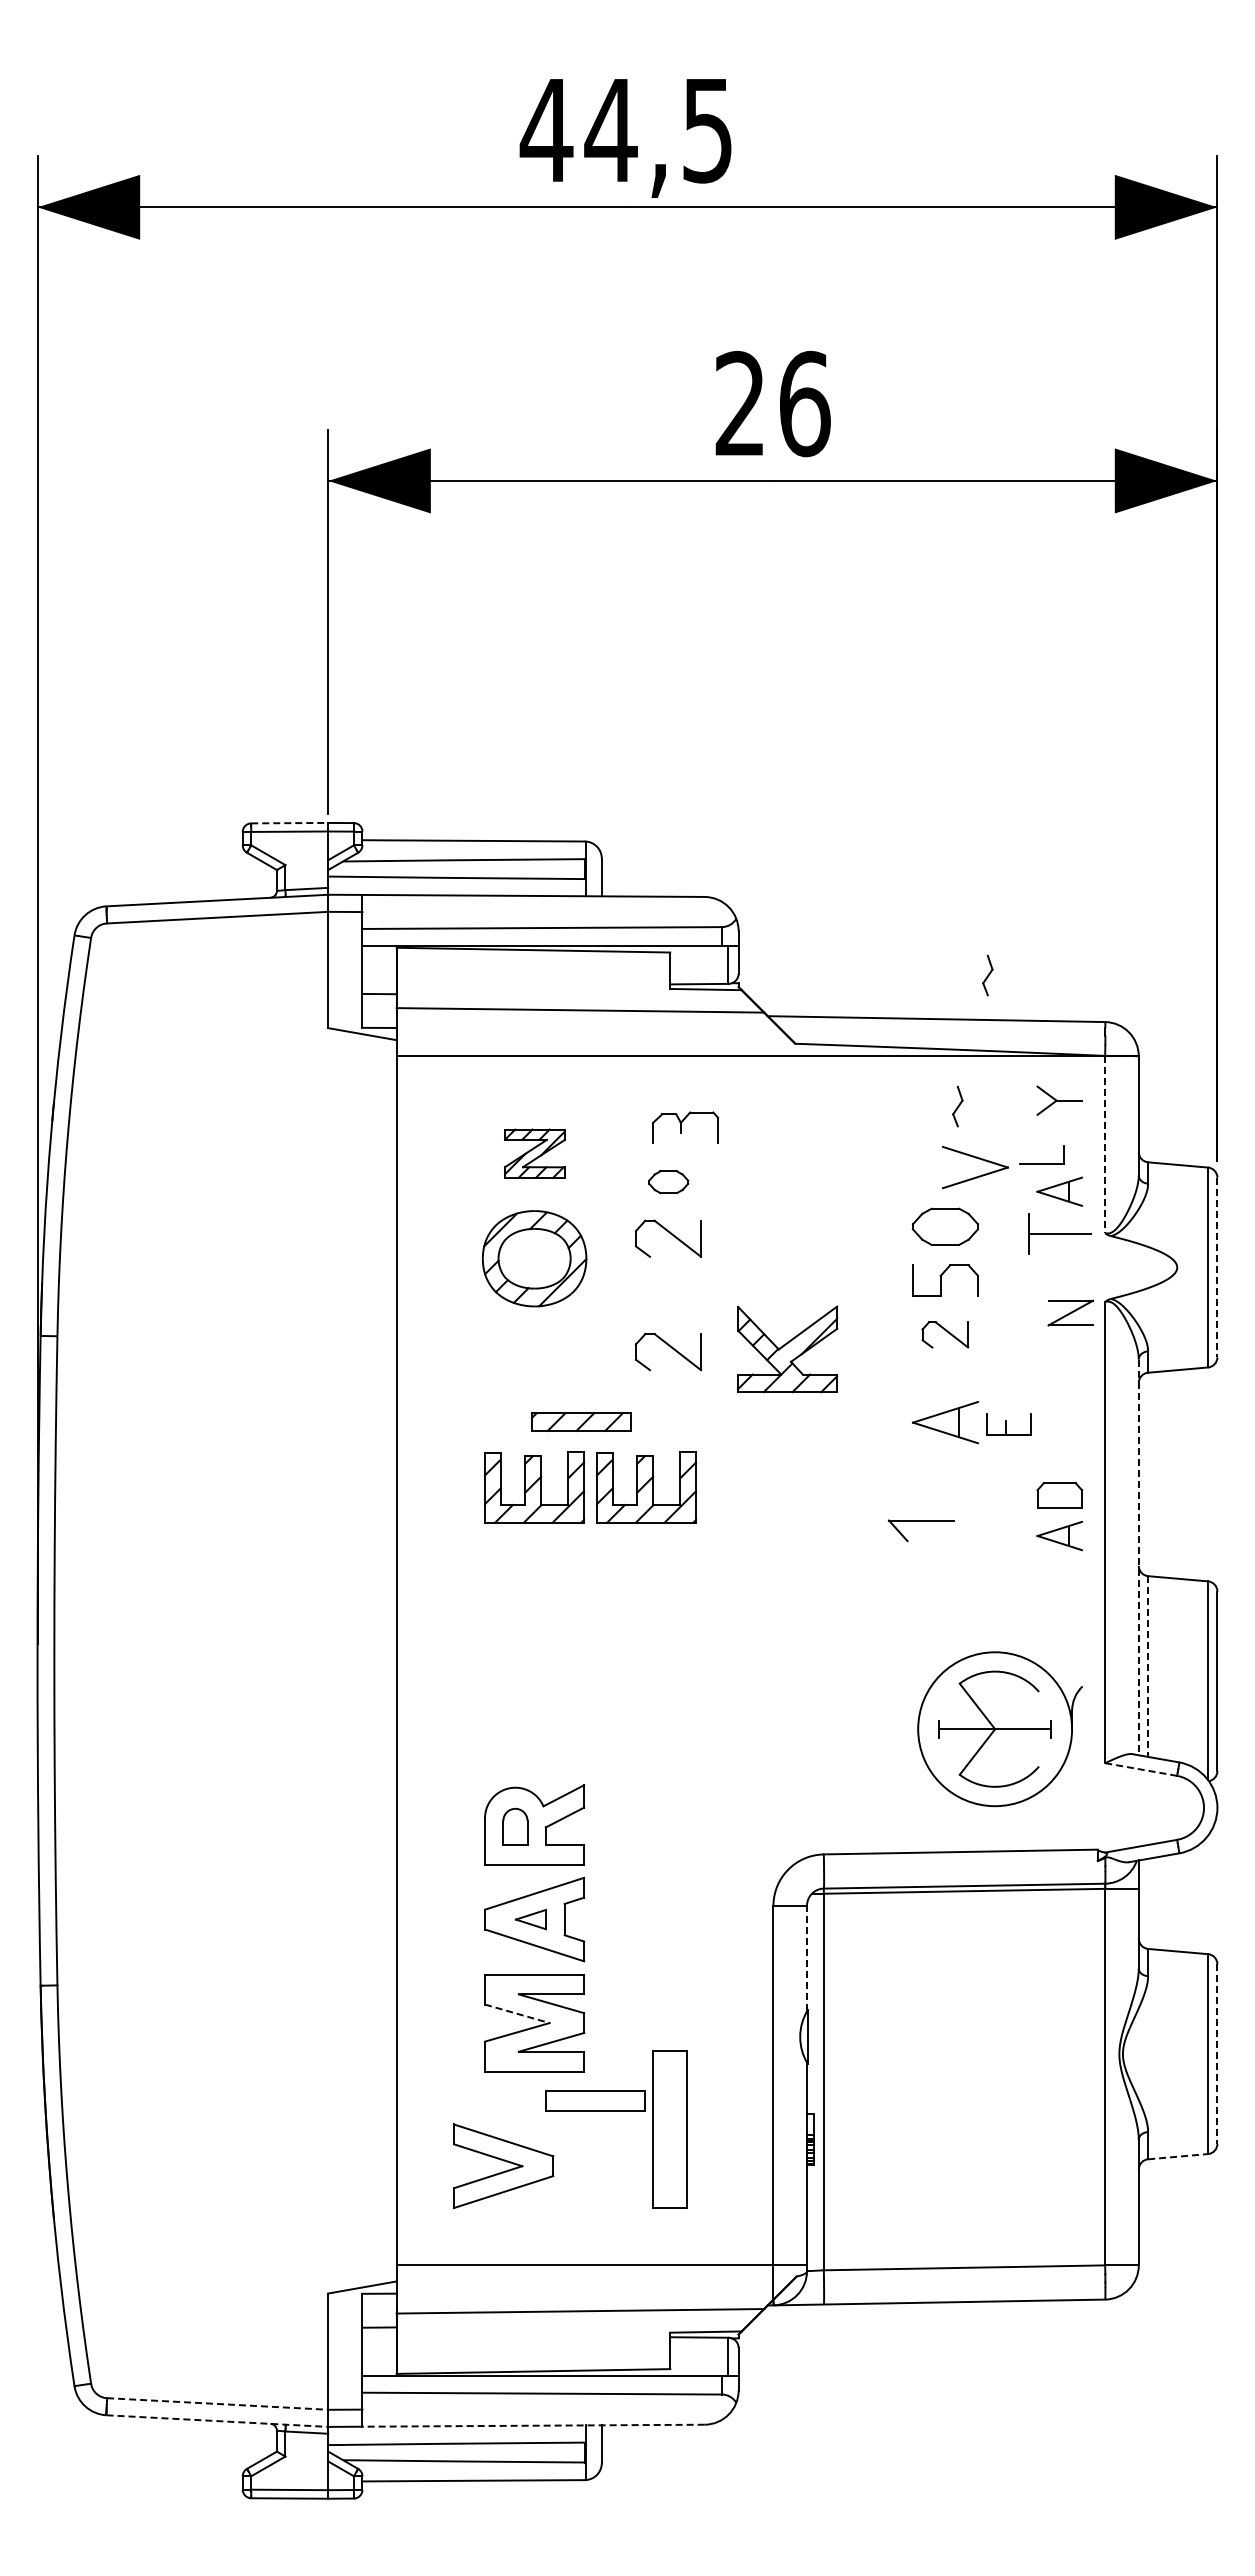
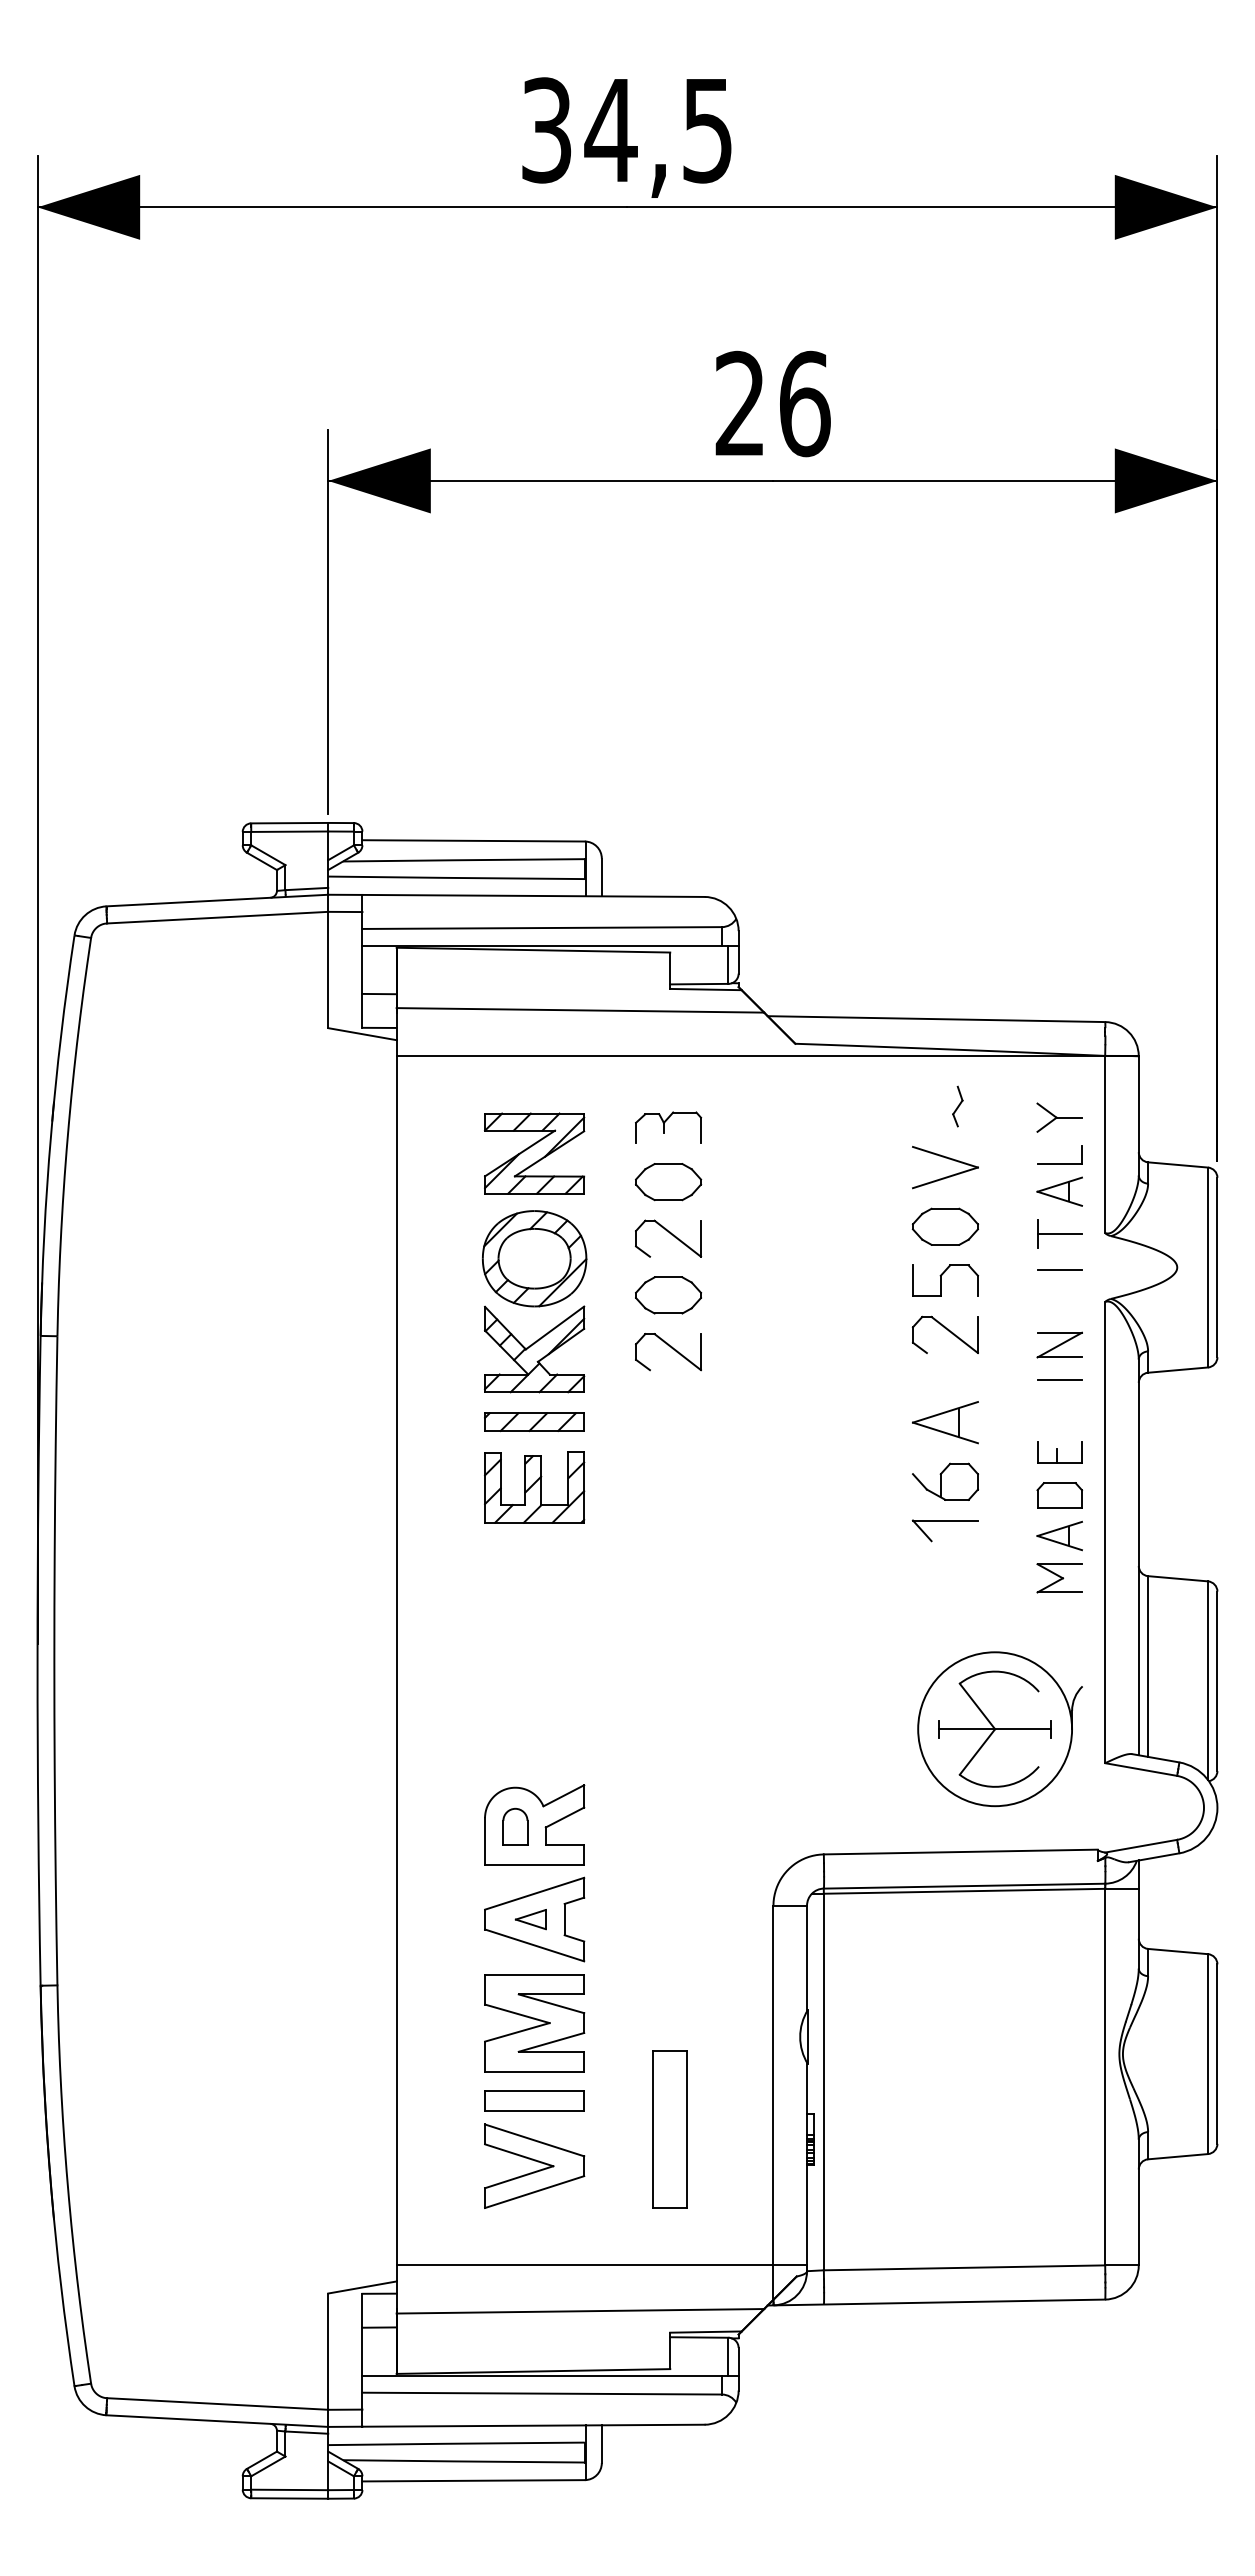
text at (546, 130): 44,5 -> 34,5
line at (290, 823): dashed -> solid
part at (987, 975): present -> none
part at (1059, 1100) position: (1059, 1100) -> (1059, 1117)
part at (685, 1127) position: (685, 1127) -> (668, 1127)
line at (1105, 1144): dashed -> solid
part at (534, 1153) size: 62x51 px -> 102x83 px
part at (978, 1159) position: (978, 1159) -> (948, 1159)
part at (1041, 1163) position: (1041, 1163) -> (1059, 1163)
part at (668, 1182) size: 42x25 px -> 68x39 px
part at (1059, 1233) size: 64x42 px -> 46x30 px
line at (1217, 1267): dashed -> solid
line at (1059, 1270): none -> present
part at (668, 1295): none -> present
part at (1070, 1312) position: (1070, 1312) -> (1059, 1344)
part at (945, 1334) size: 49x28 px -> 68x39 px
part at (787, 1349) position: (787, 1349) -> (534, 1349)
line at (1059, 1379): none -> present
part at (581, 1421) position: (581, 1421) -> (534, 1421)
part at (1008, 1424) position: (1008, 1424) -> (1059, 1452)
part at (945, 1481): none -> present
part at (646, 1487): present -> none
part at (920, 1521) position: (920, 1521) -> (944, 1521)
line at (1138, 1557): dashed -> solid
part at (1059, 1578): none -> present
line at (1148, 1667): dashed -> solid
line at (1141, 1769): dashed -> solid
line at (807, 1958): dashed -> solid
line at (517, 2013): dashed -> solid
line at (1217, 2054): dashed -> solid
part at (595, 2100) position: (595, 2100) -> (534, 2100)
line at (1178, 2156): dashed -> solid
part at (503, 2165) position: (503, 2165) -> (534, 2165)
line at (217, 2403): dashed -> solid
line at (217, 2421): dashed -> solid
line at (533, 2425): dashed -> solid
